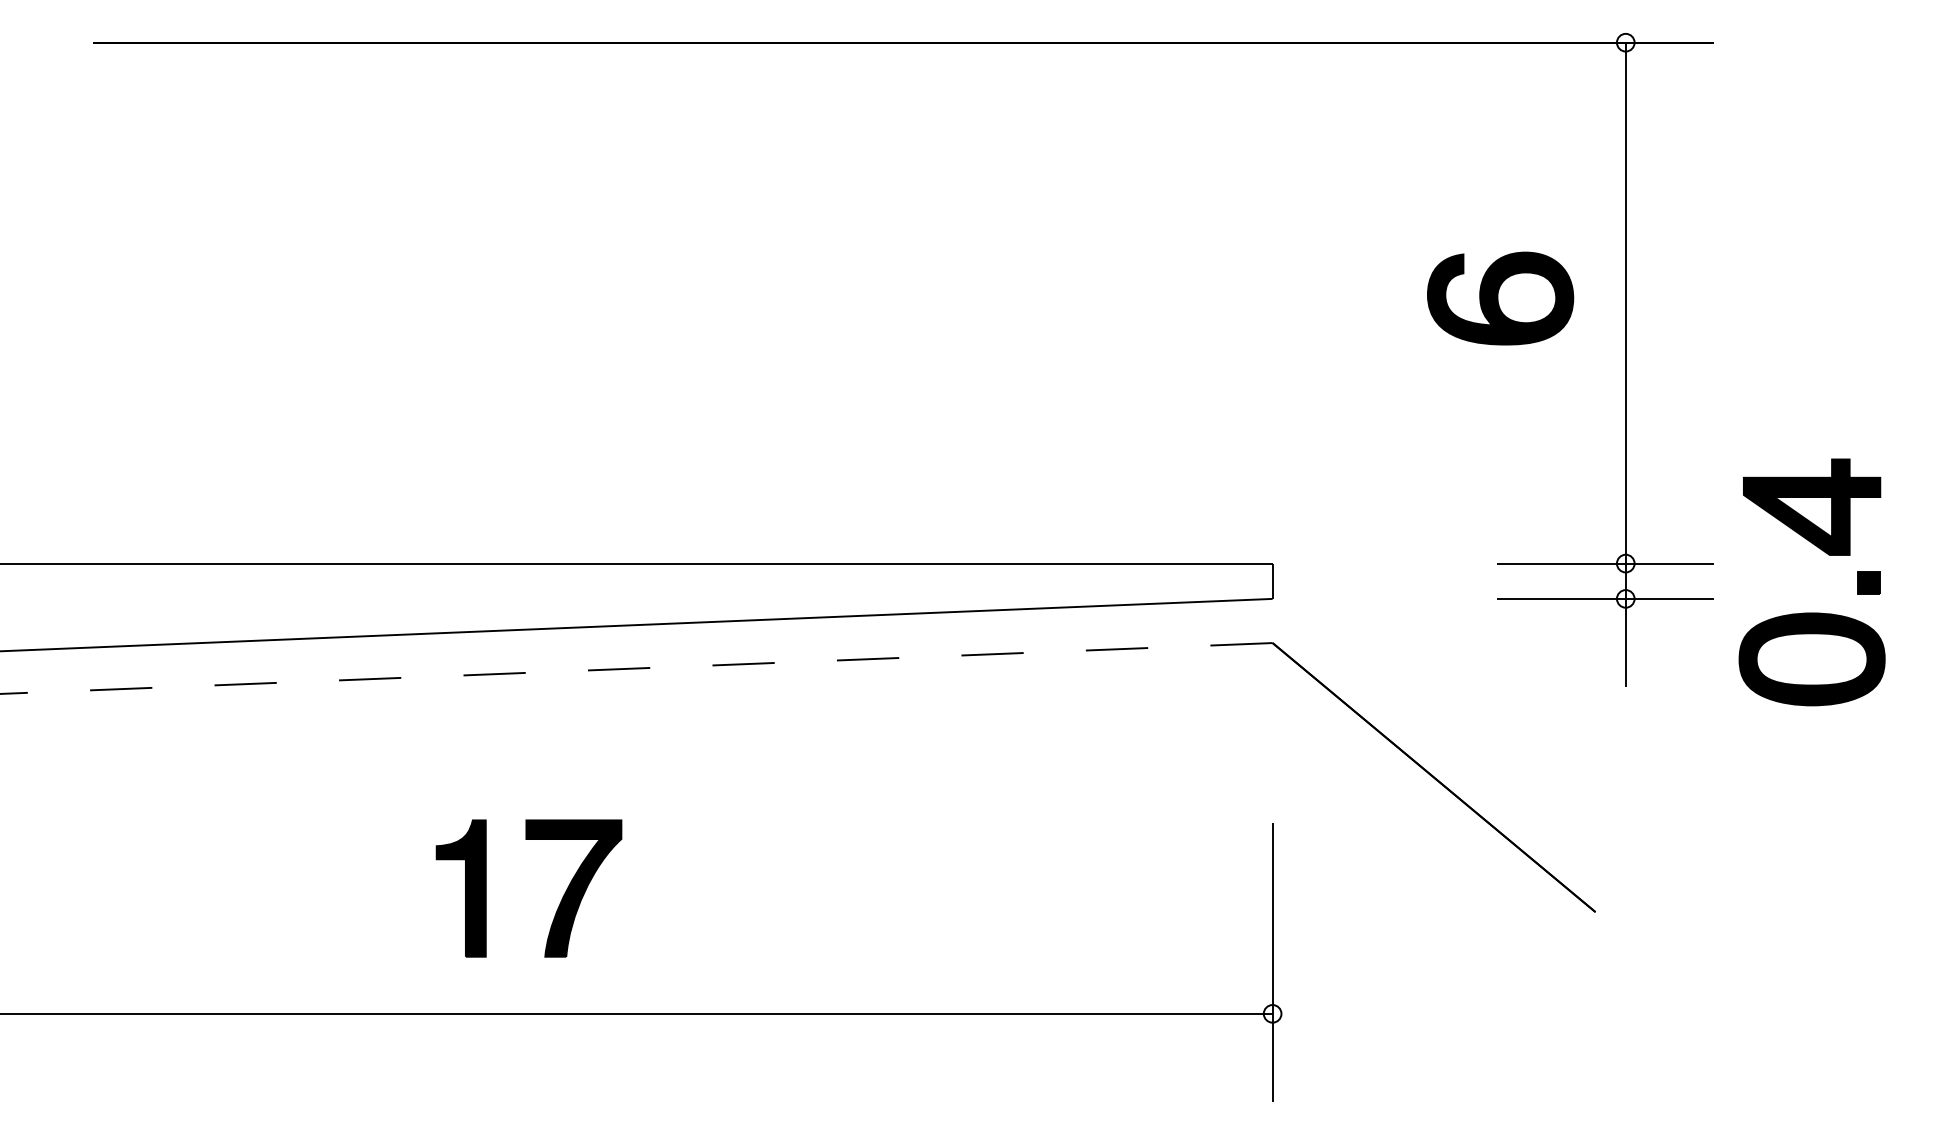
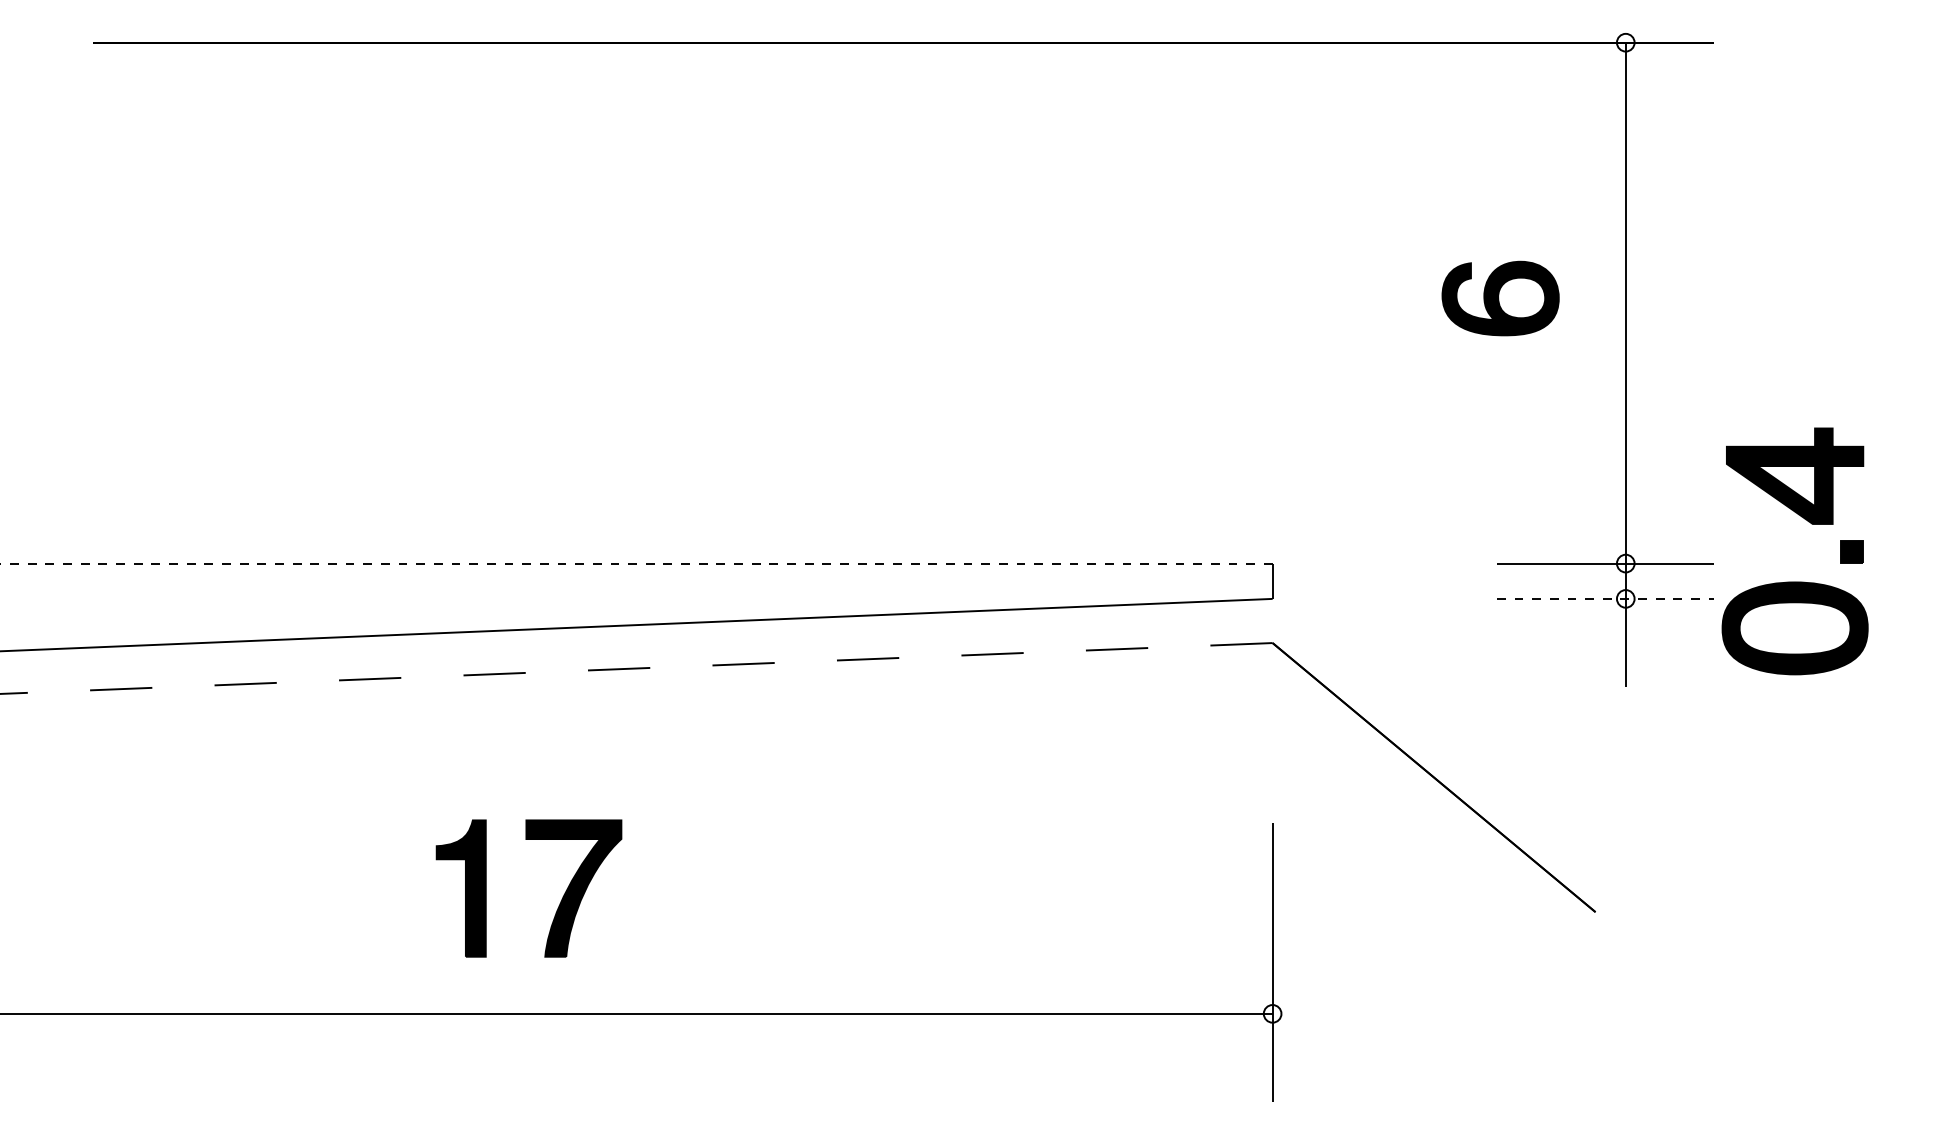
part at (1500, 298) size: 148x95 px -> 119x77 px
line at (636, 563): solid -> dashed
line at (1605, 598): solid -> dashed
part at (1811, 612) position: (1811, 612) -> (1794, 581)
